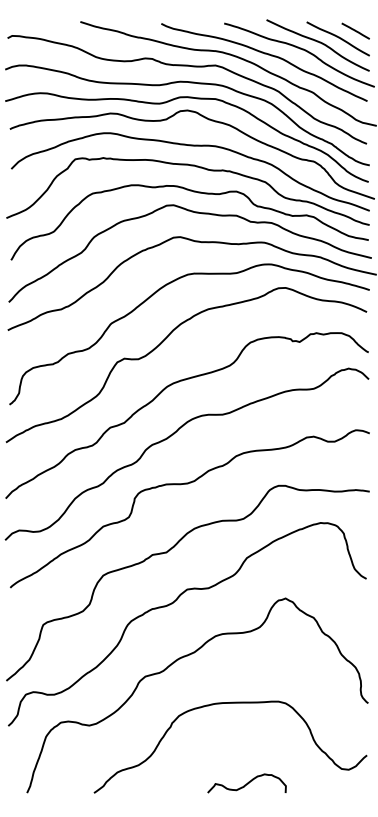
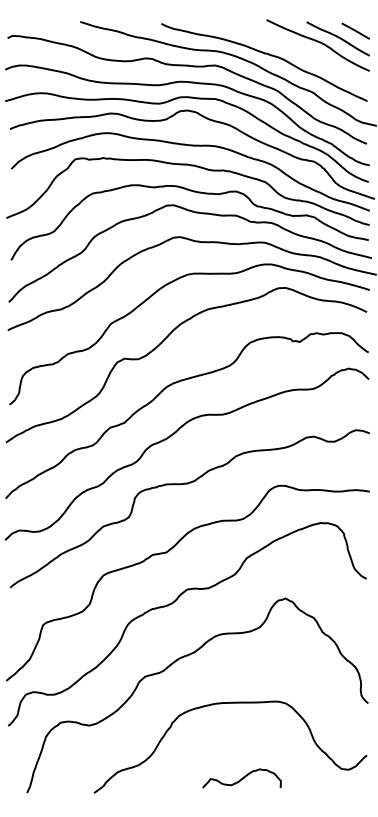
curve at (299, 49): present -> none
curve at (246, 783) position: (246, 783) -> (241, 778)
